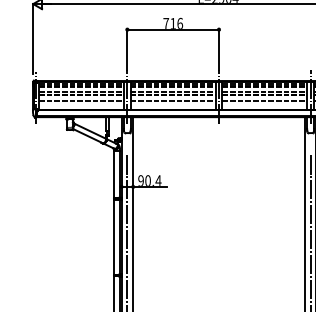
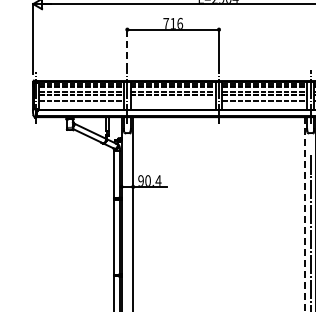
line at (127, 49): solid -> dashed
line at (172, 100): present -> none
line at (304, 214): solid -> dashed
line at (127, 231): present -> none
